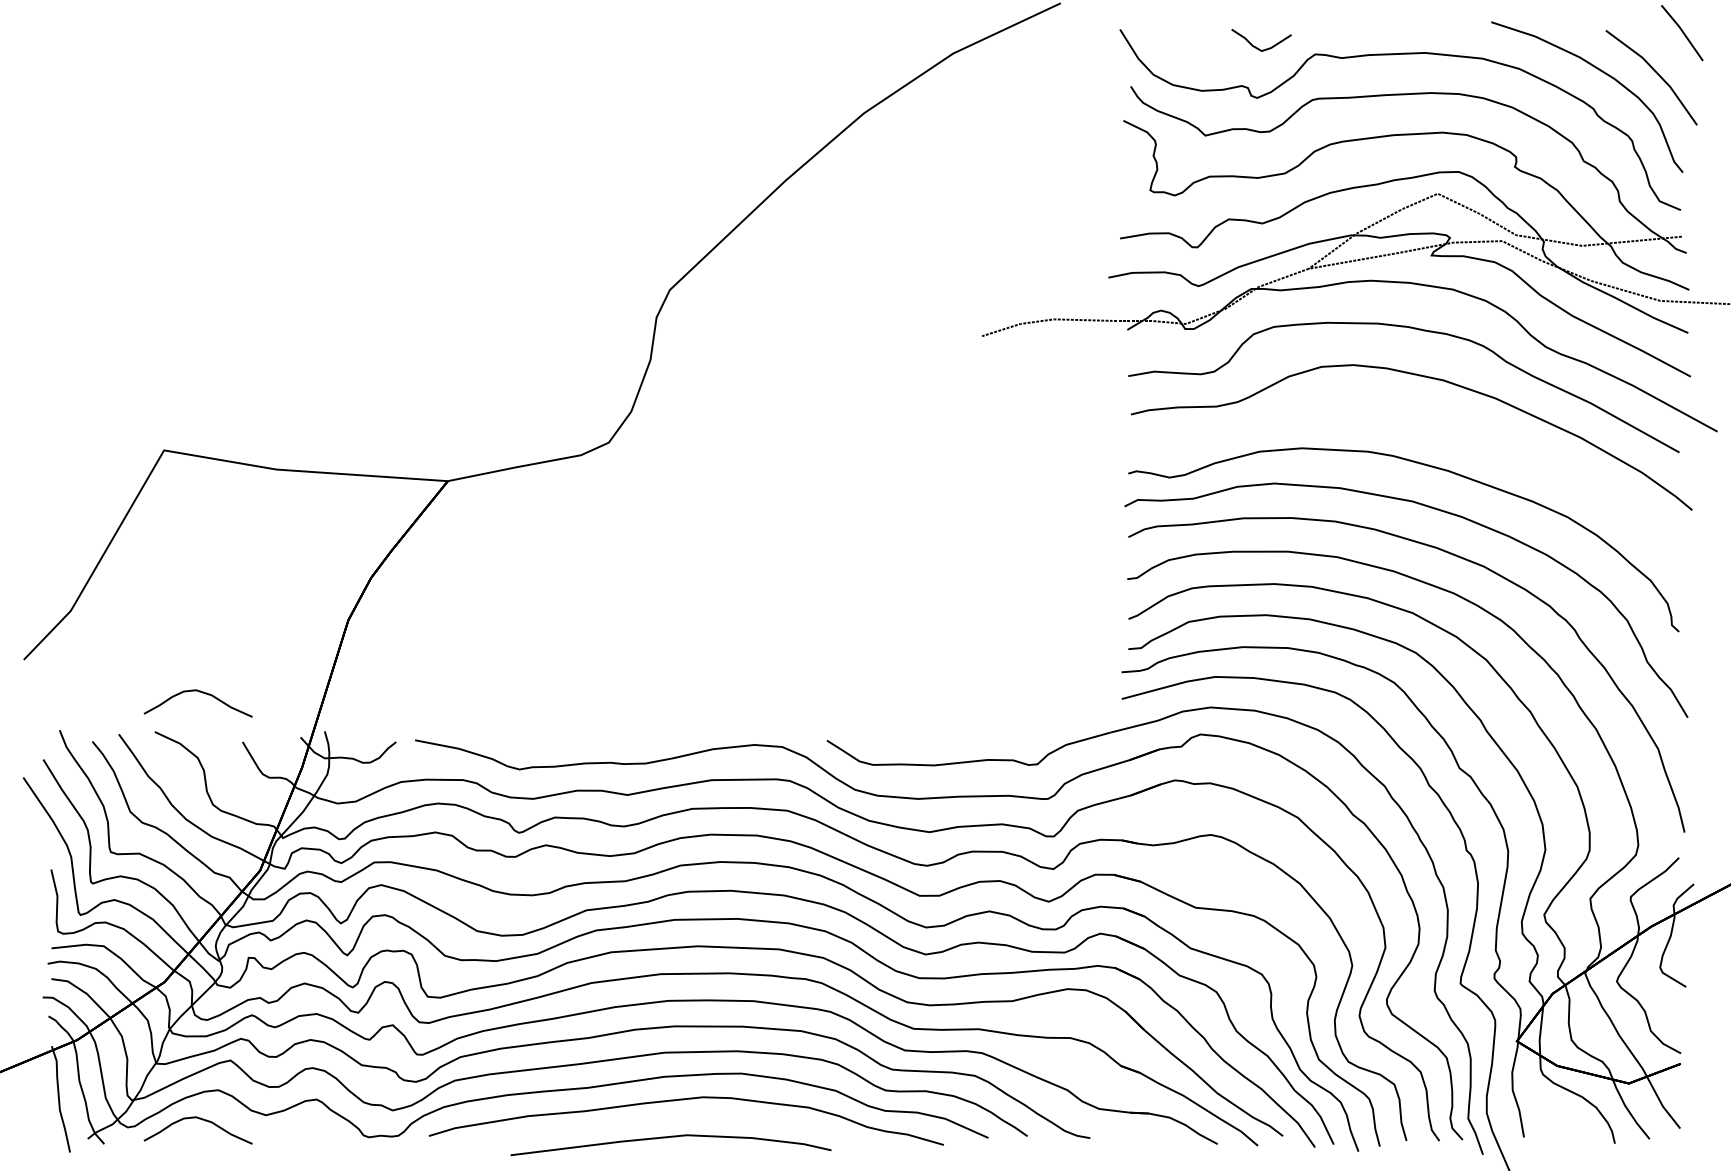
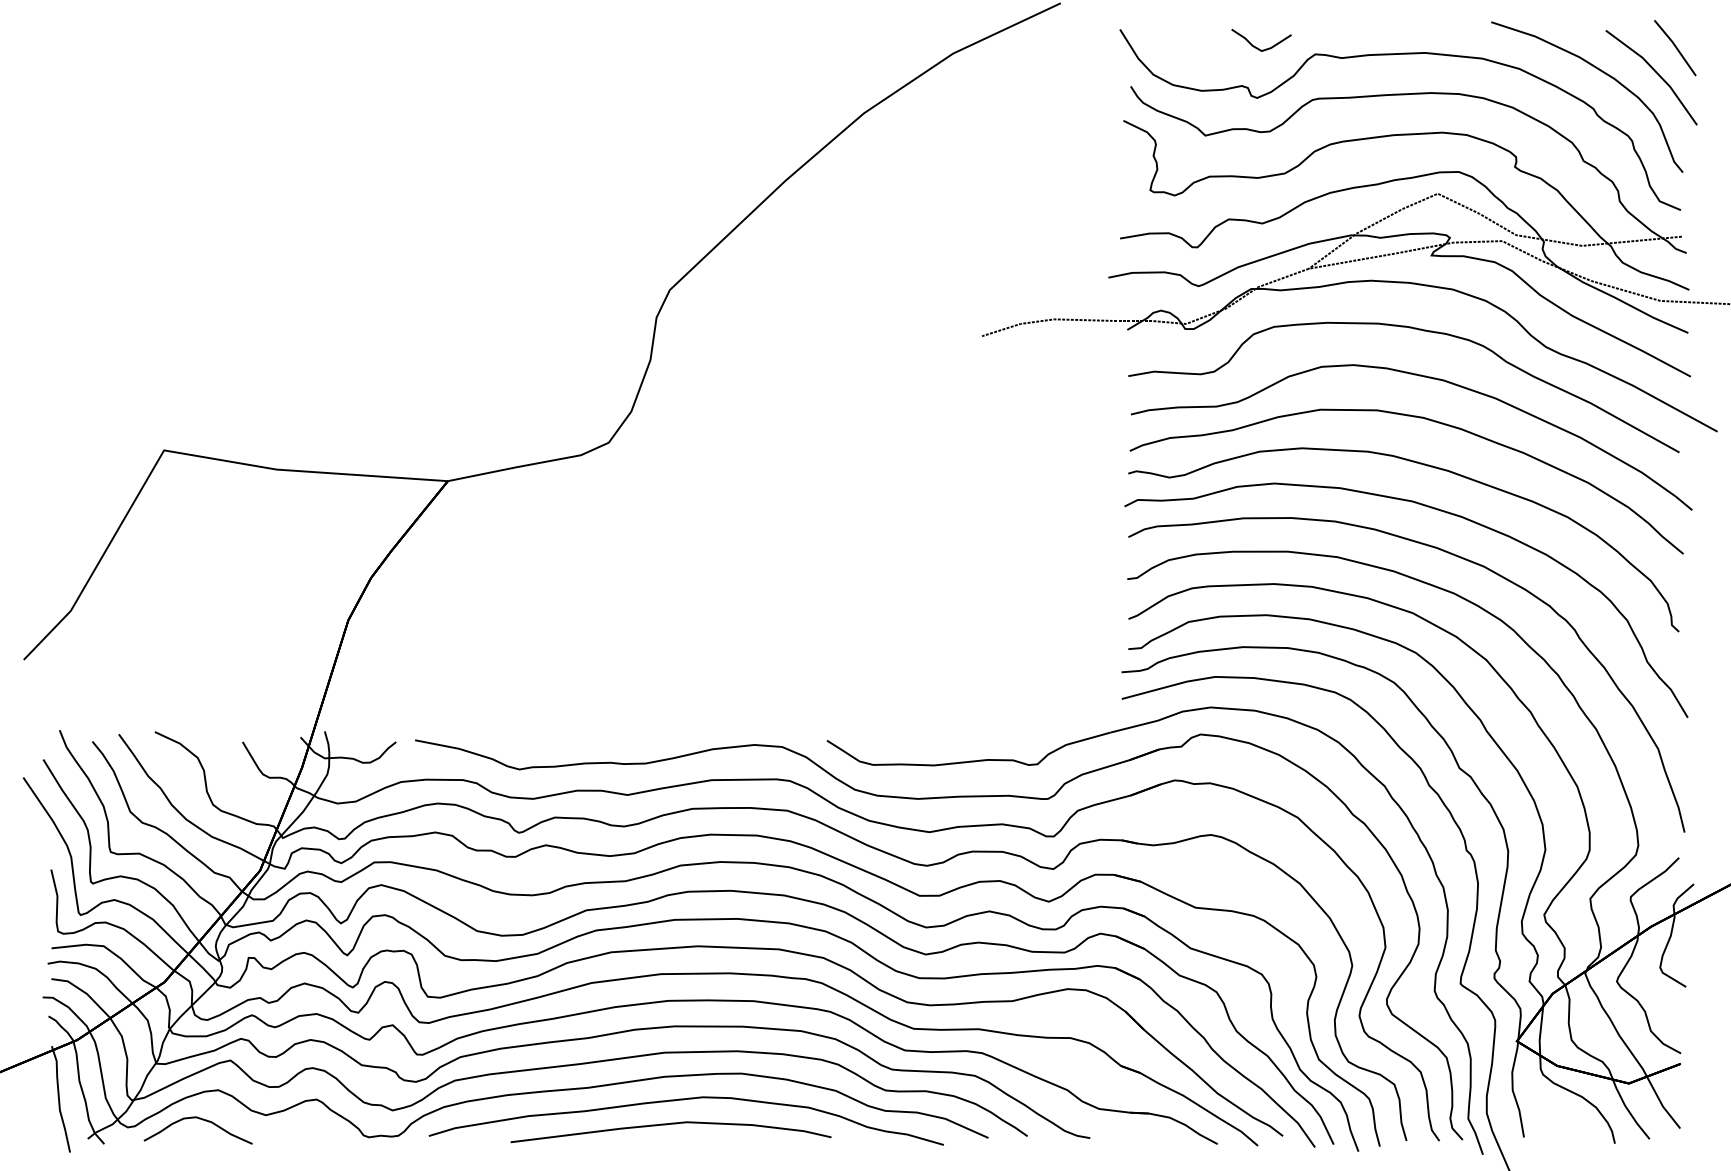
line at (1682, 33) position: (1682, 33) -> (1675, 48)
curve at (1419, 418): none -> present
curve at (199, 692): present -> none
curve at (670, 1137) position: (670, 1137) -> (670, 1124)
